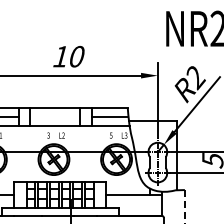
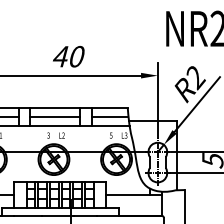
text at (60, 56): 10 -> 40
line at (54, 116): none -> present
line at (184, 207): dashed -> solid
